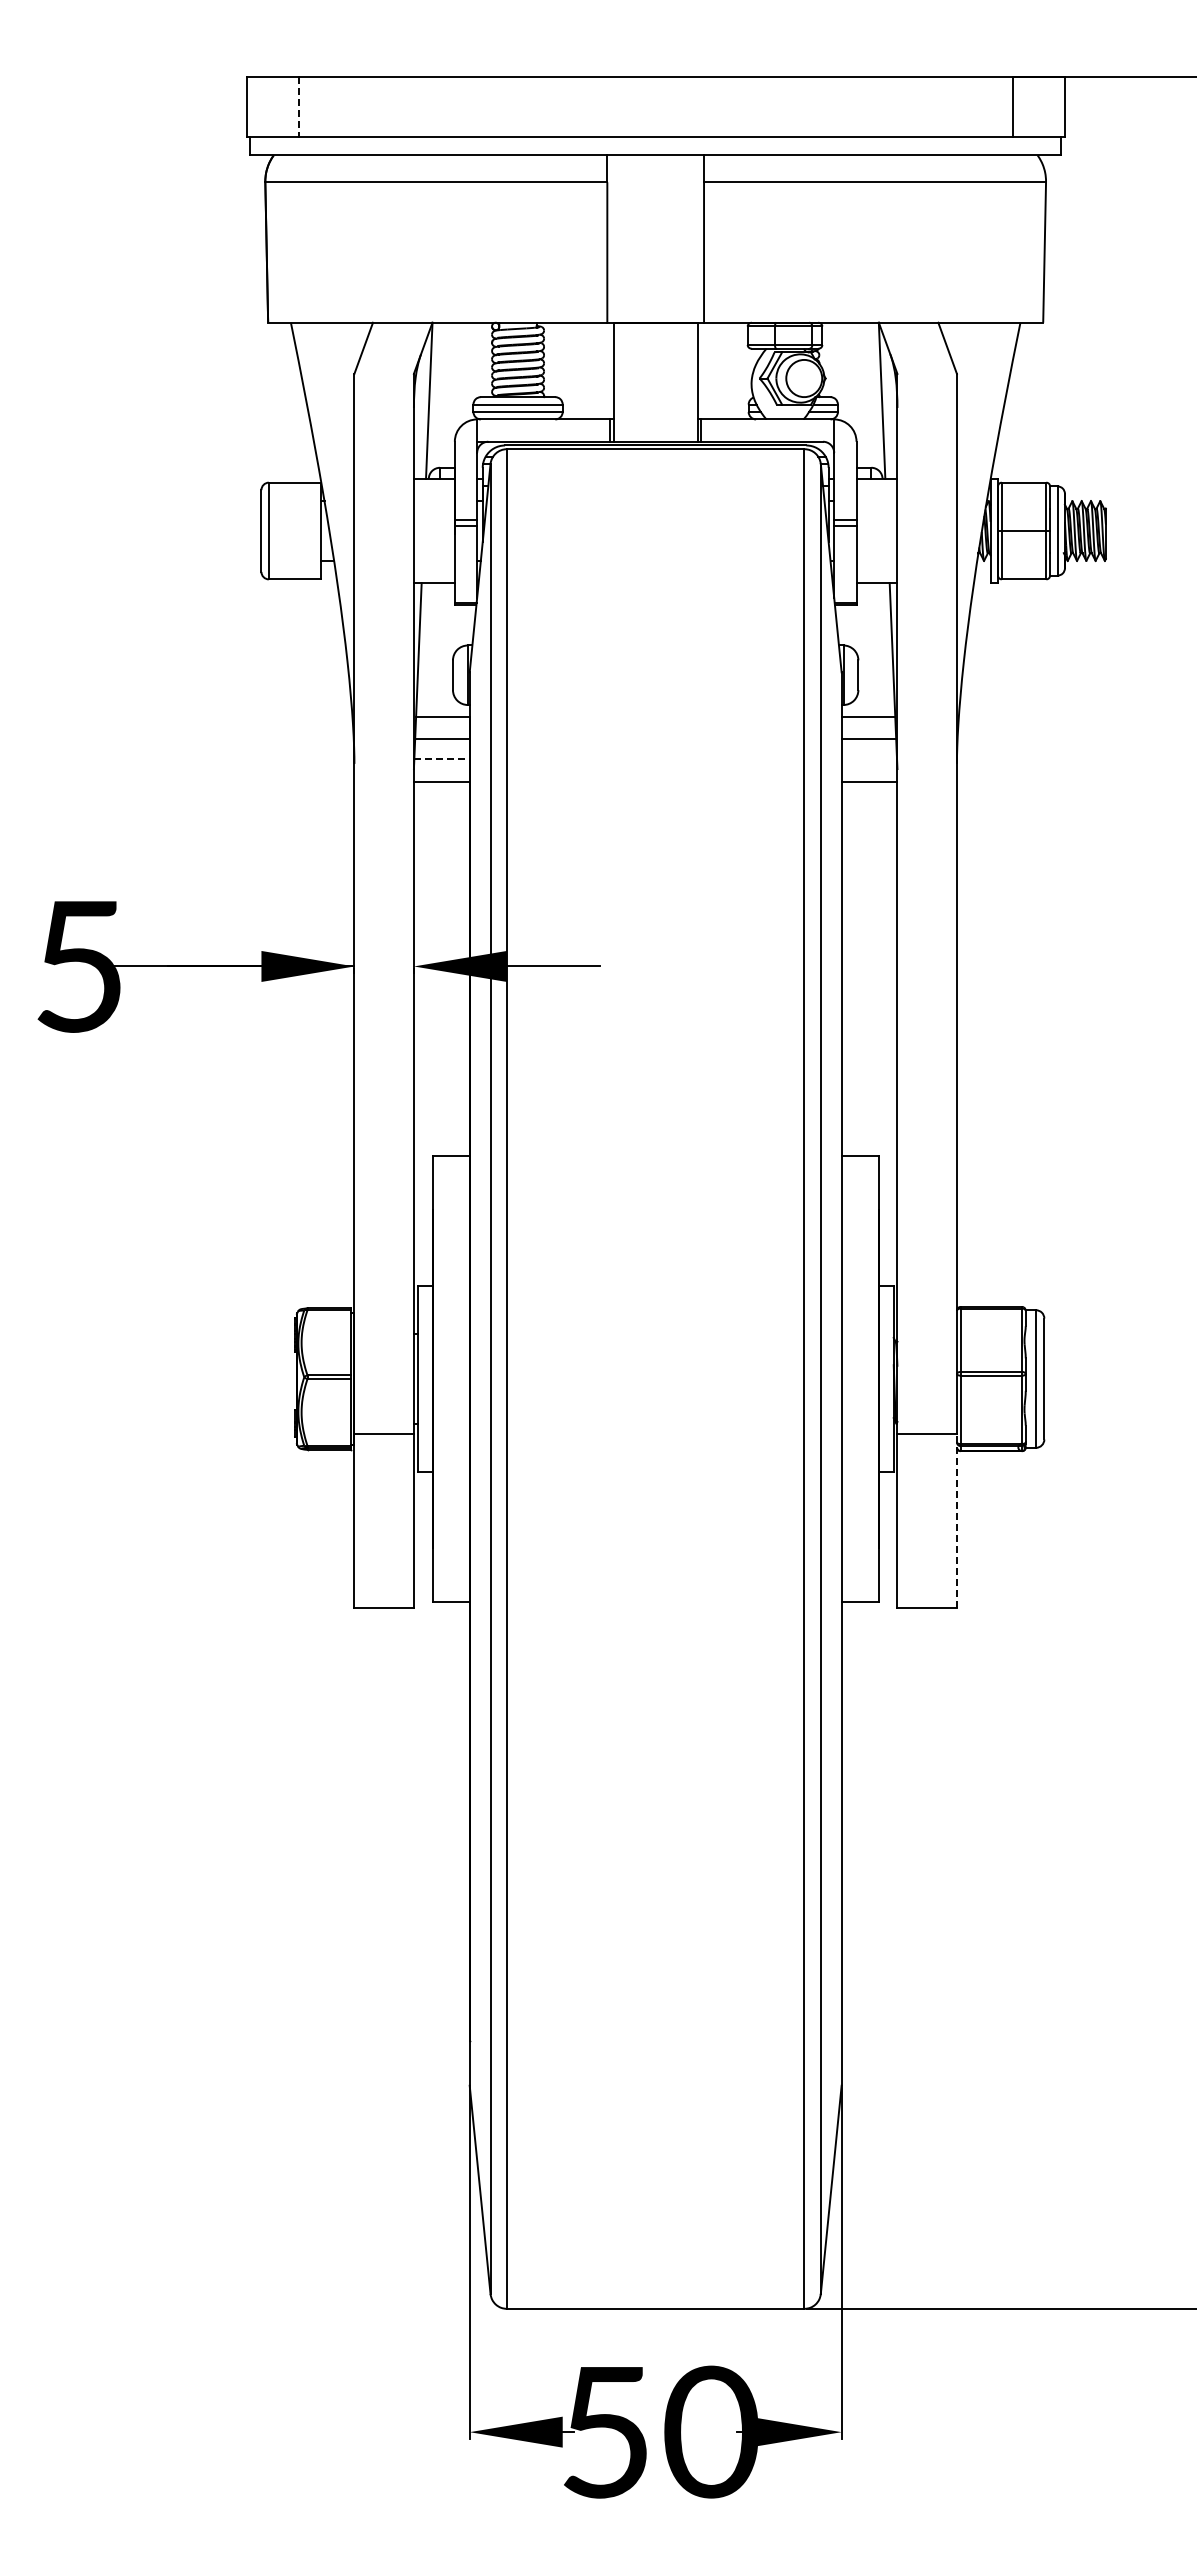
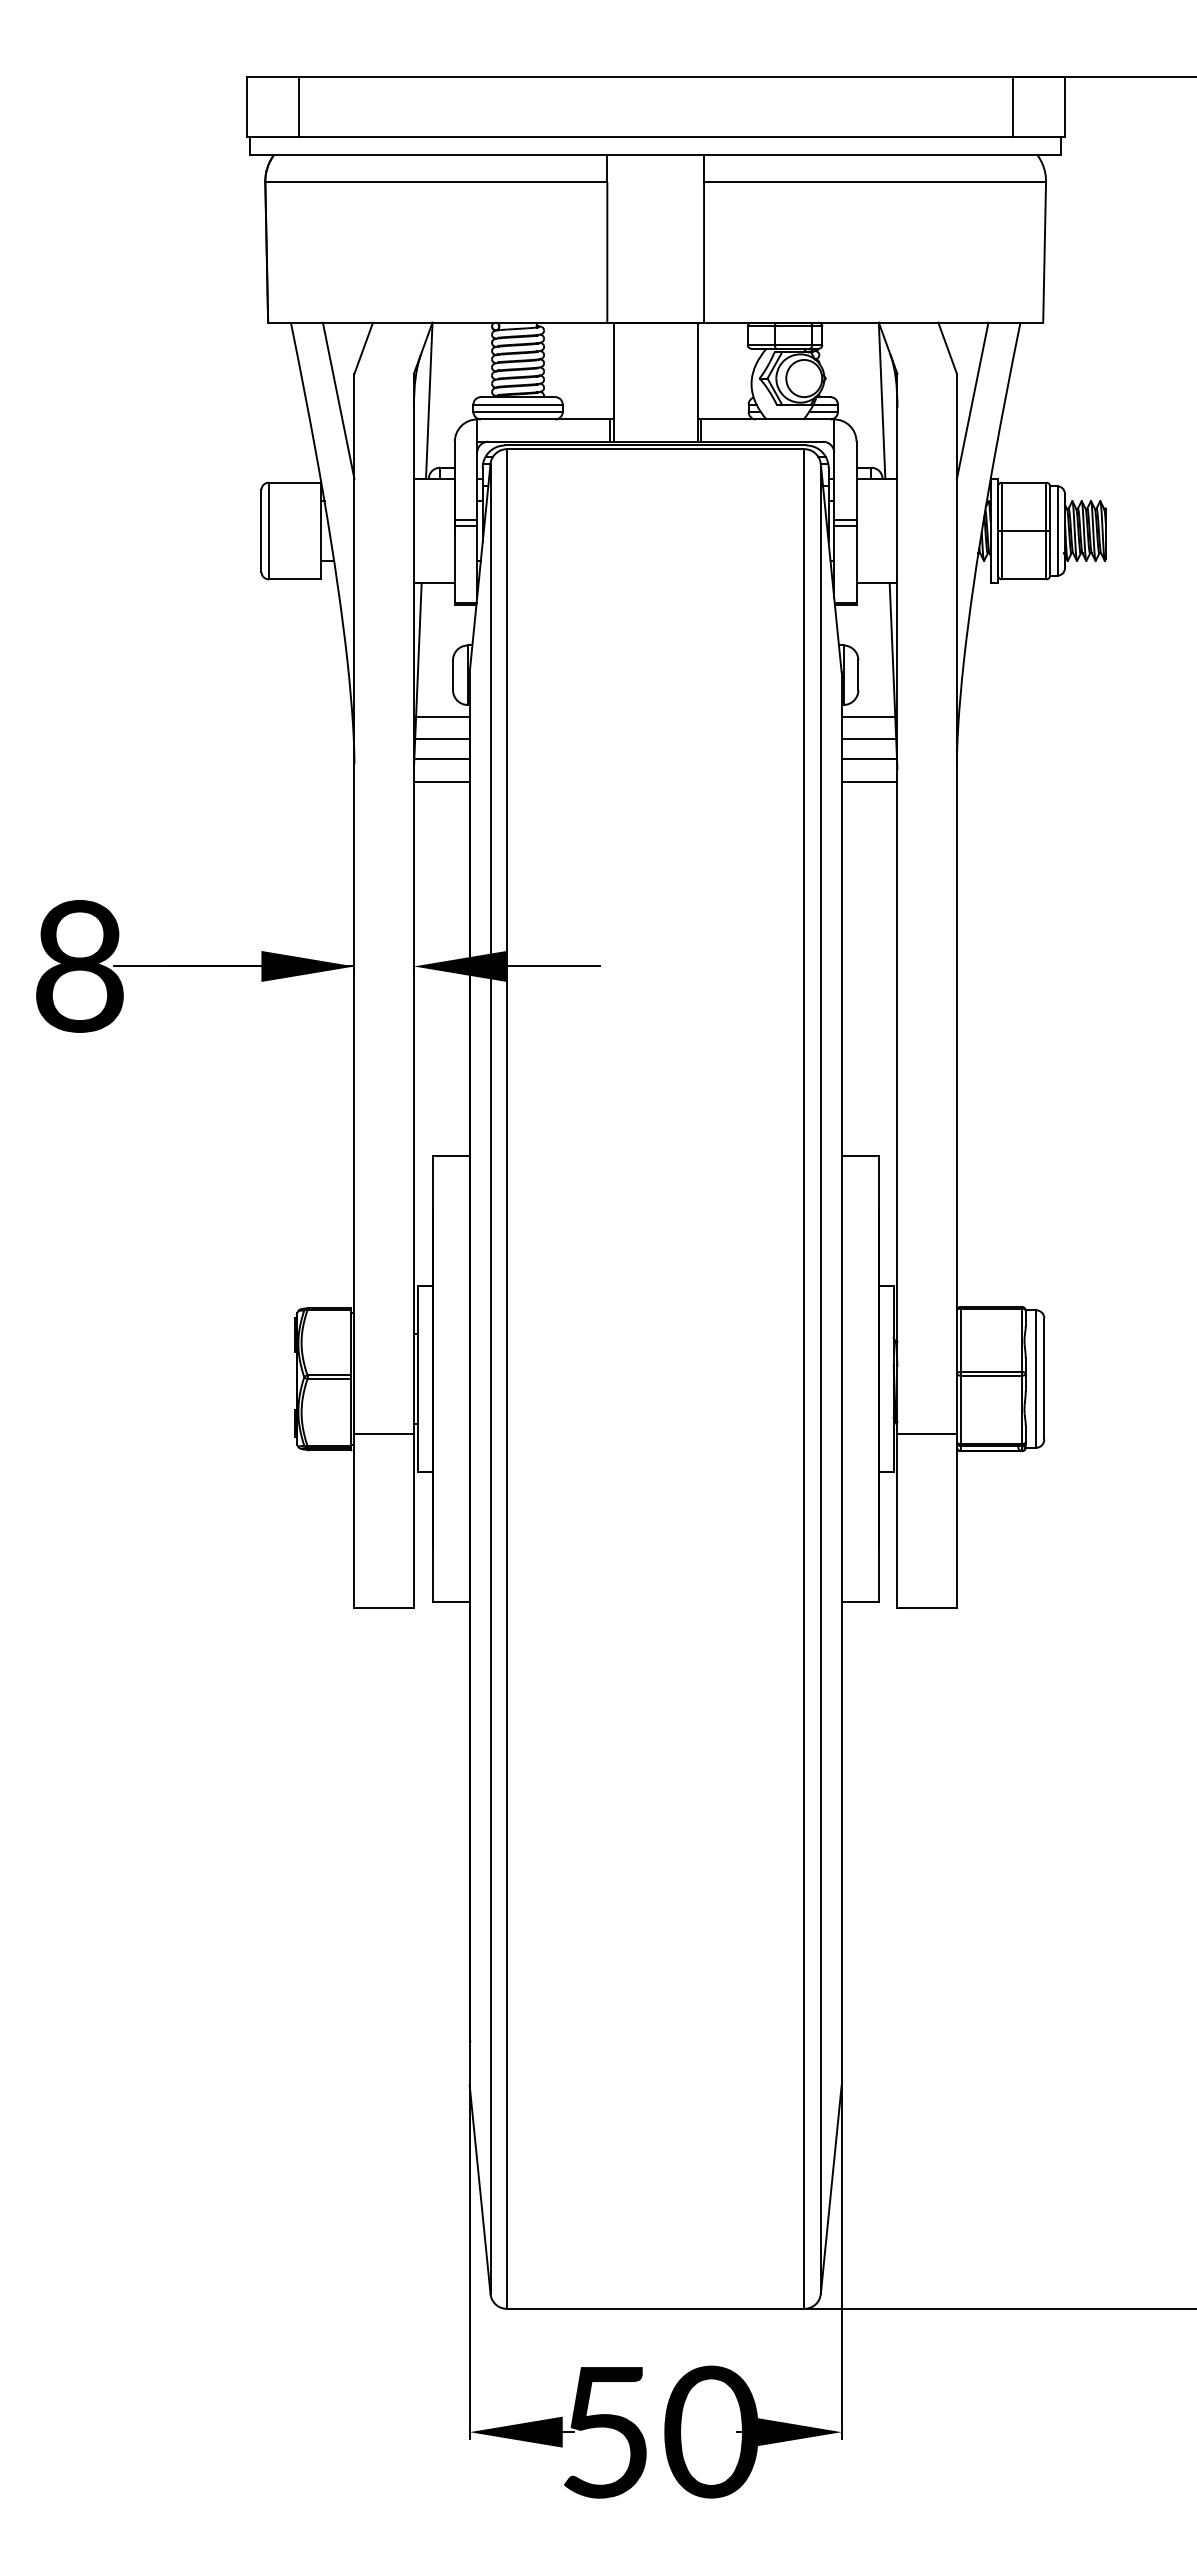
line at (298, 107): dashed -> solid
line at (338, 400): none -> present
line at (972, 400): none -> present
line at (442, 758): dashed -> solid
line at (869, 758): none -> present
text at (79, 966): 5 -> 8
line at (956, 1520): dashed -> solid
